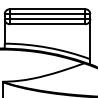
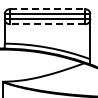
line at (47, 9): solid -> dashed
line at (47, 24): solid -> dashed
